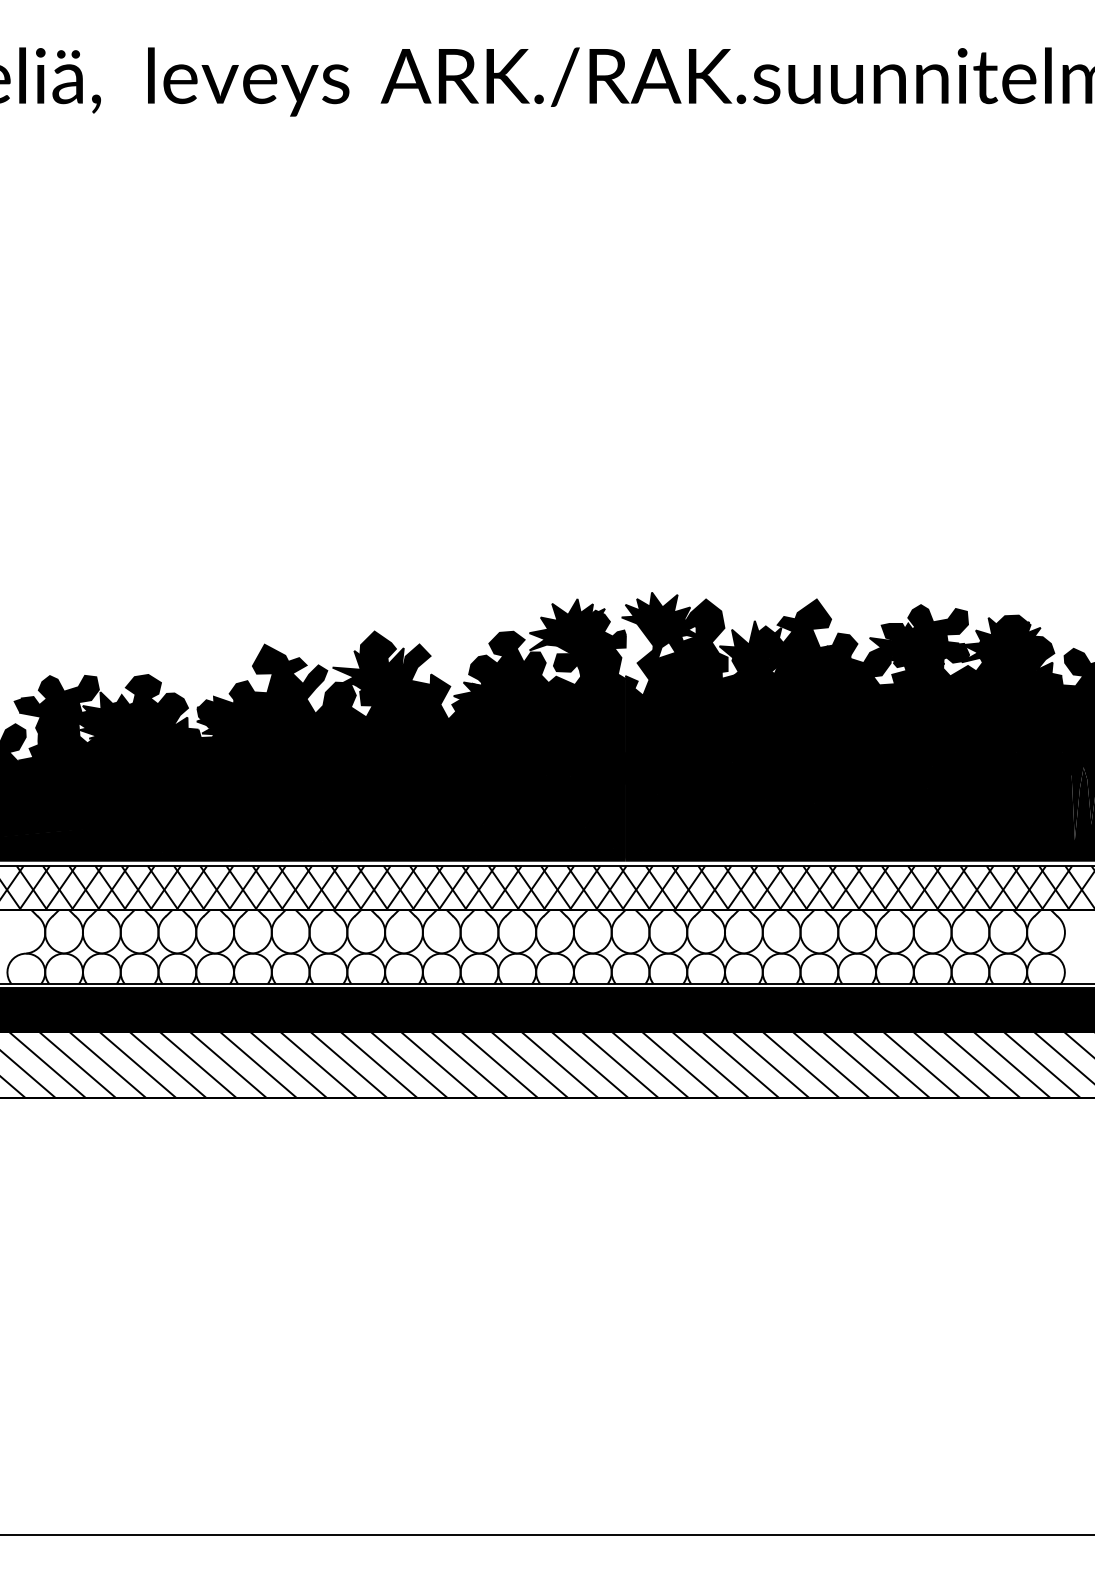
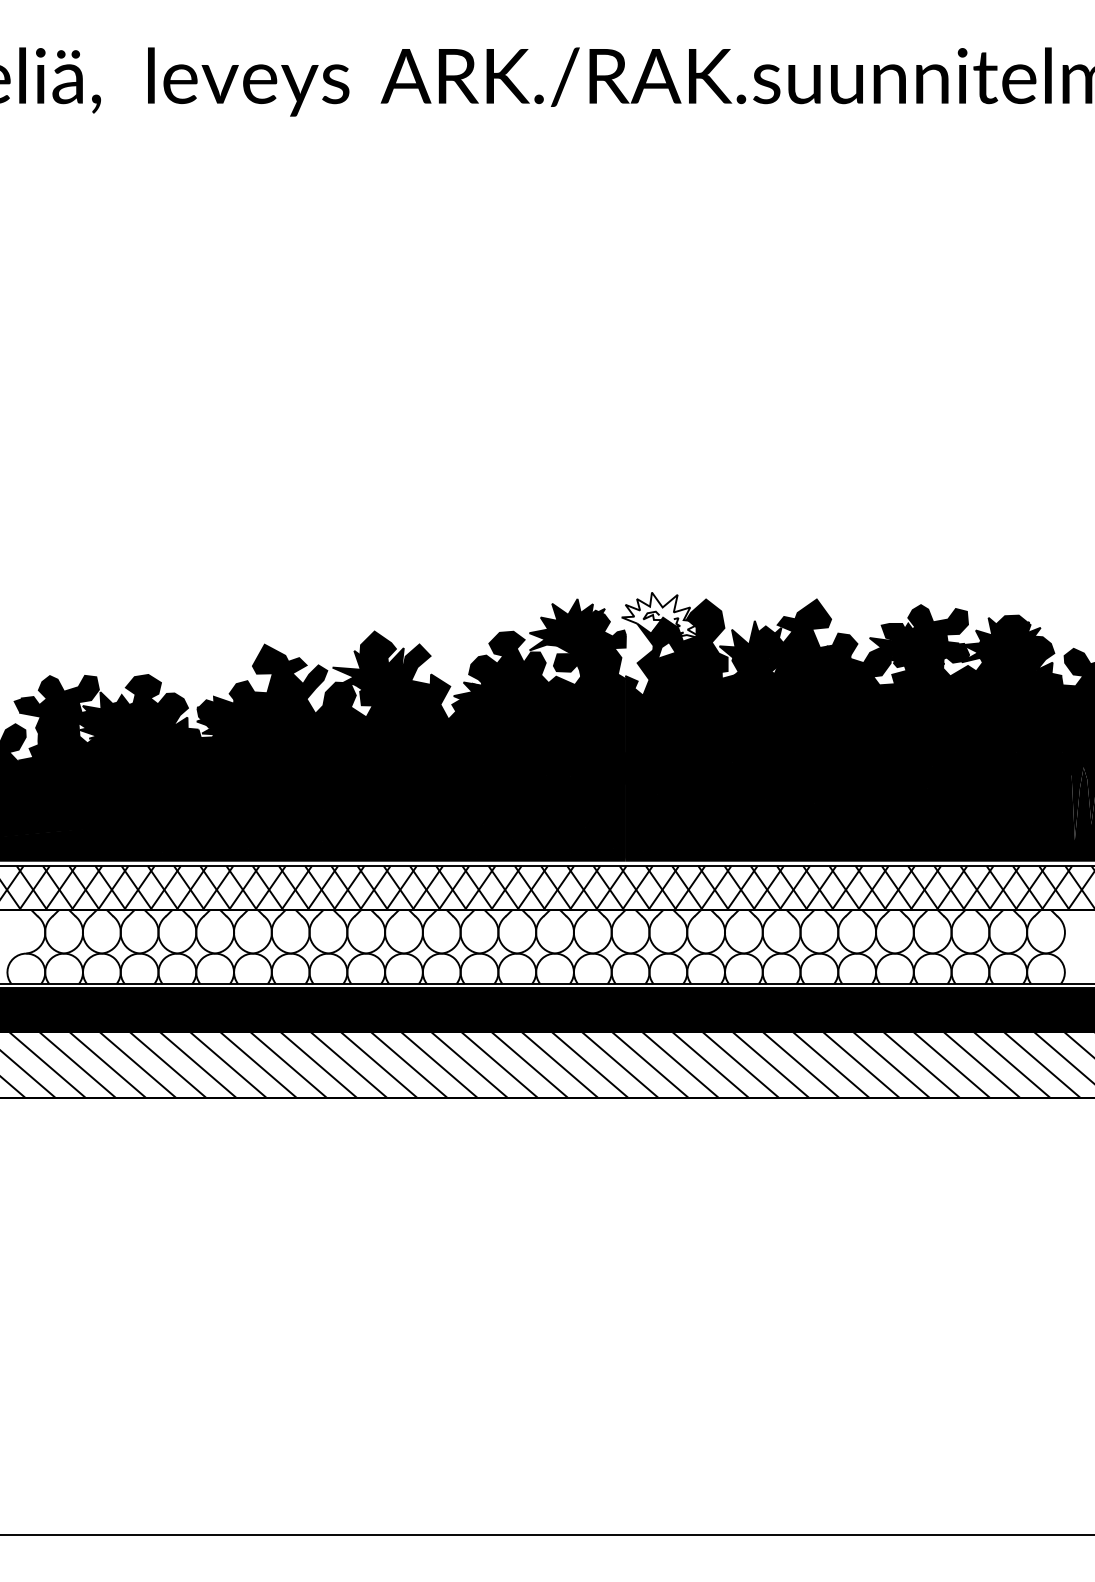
fill at (662, 615): present -> none
